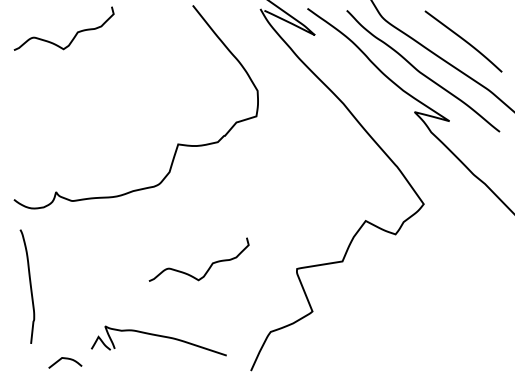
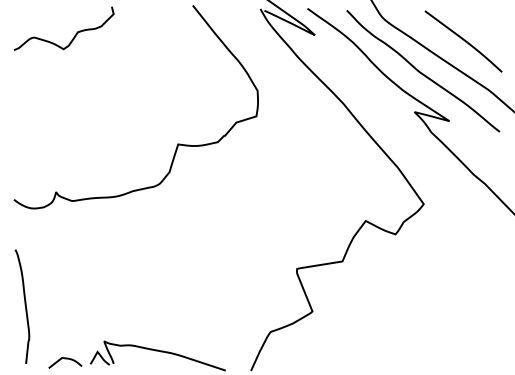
curve at (209, 266): present -> none
curve at (29, 285) position: (29, 285) -> (24, 305)
part at (158, 340) position: (158, 340) -> (157, 355)
